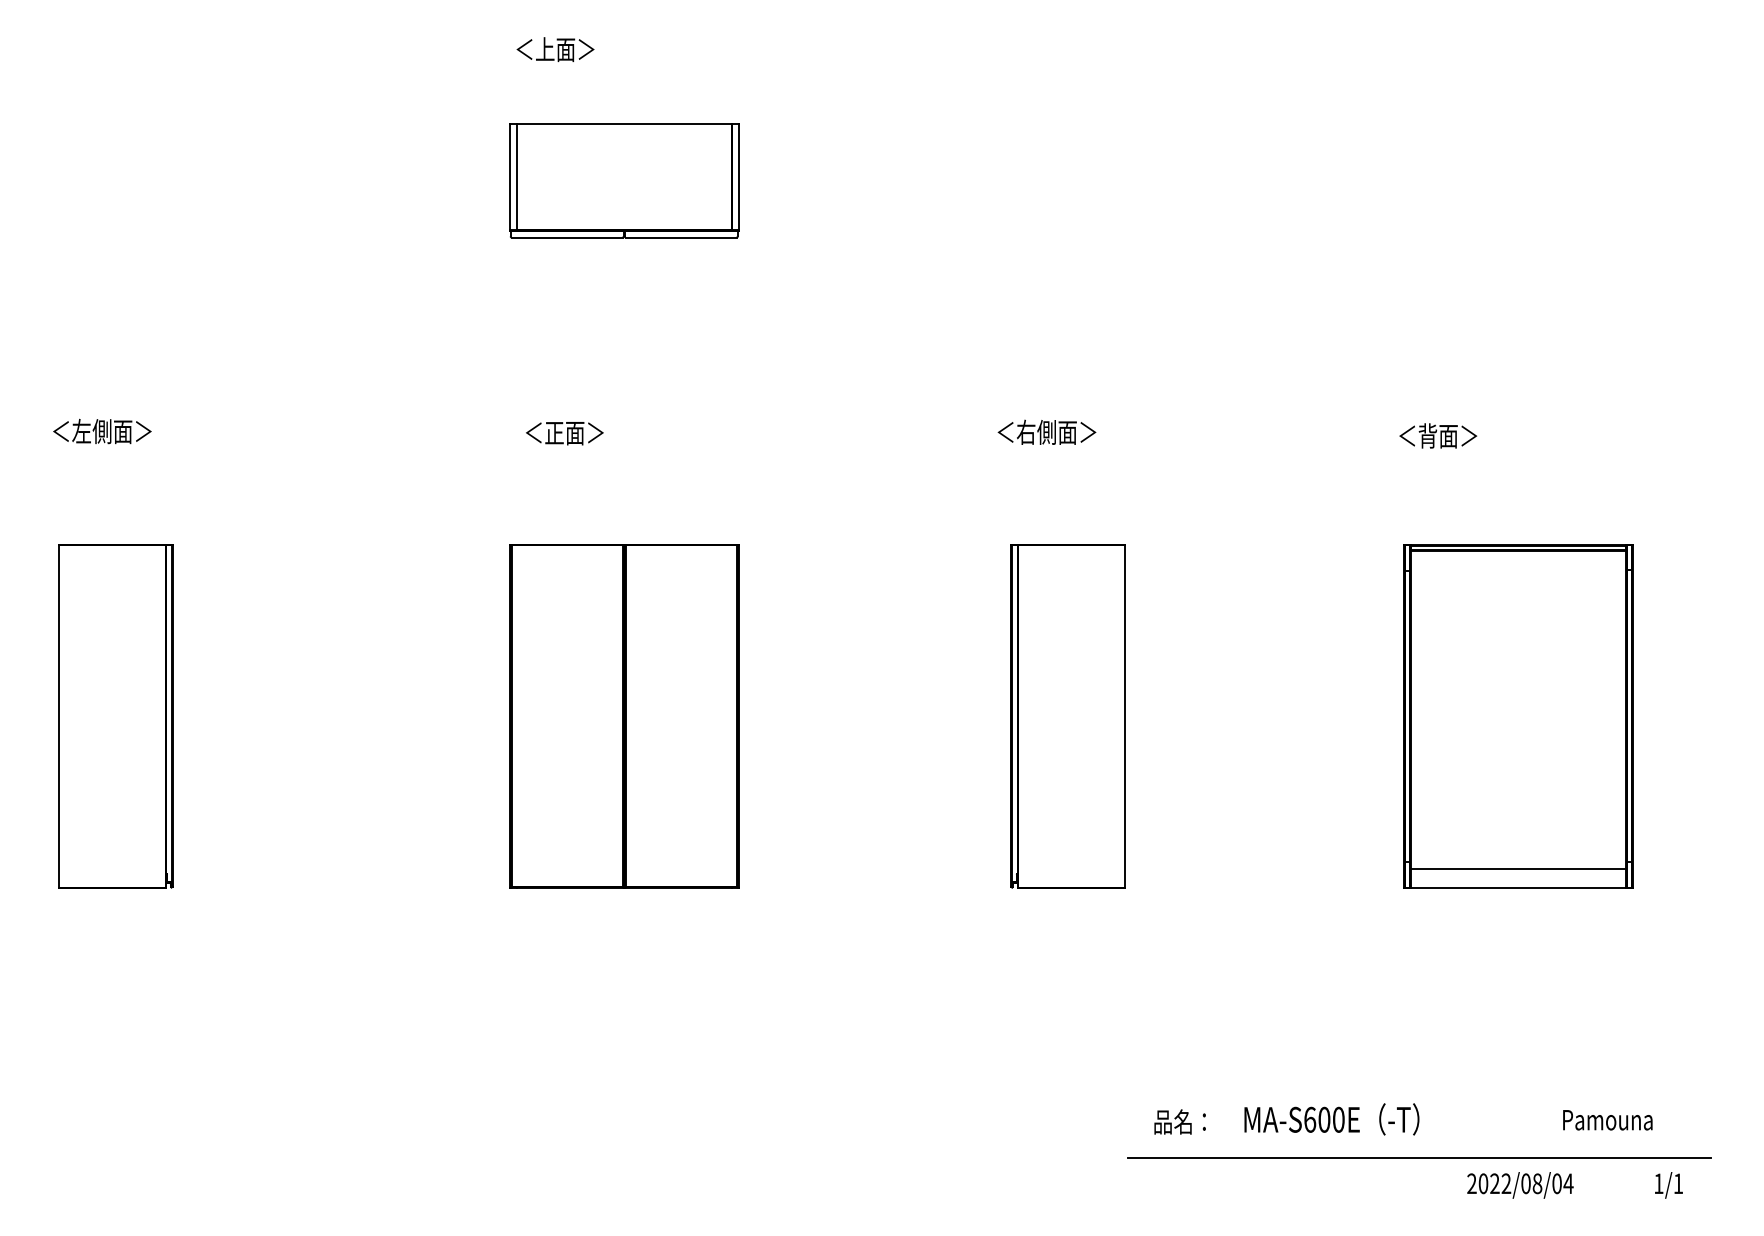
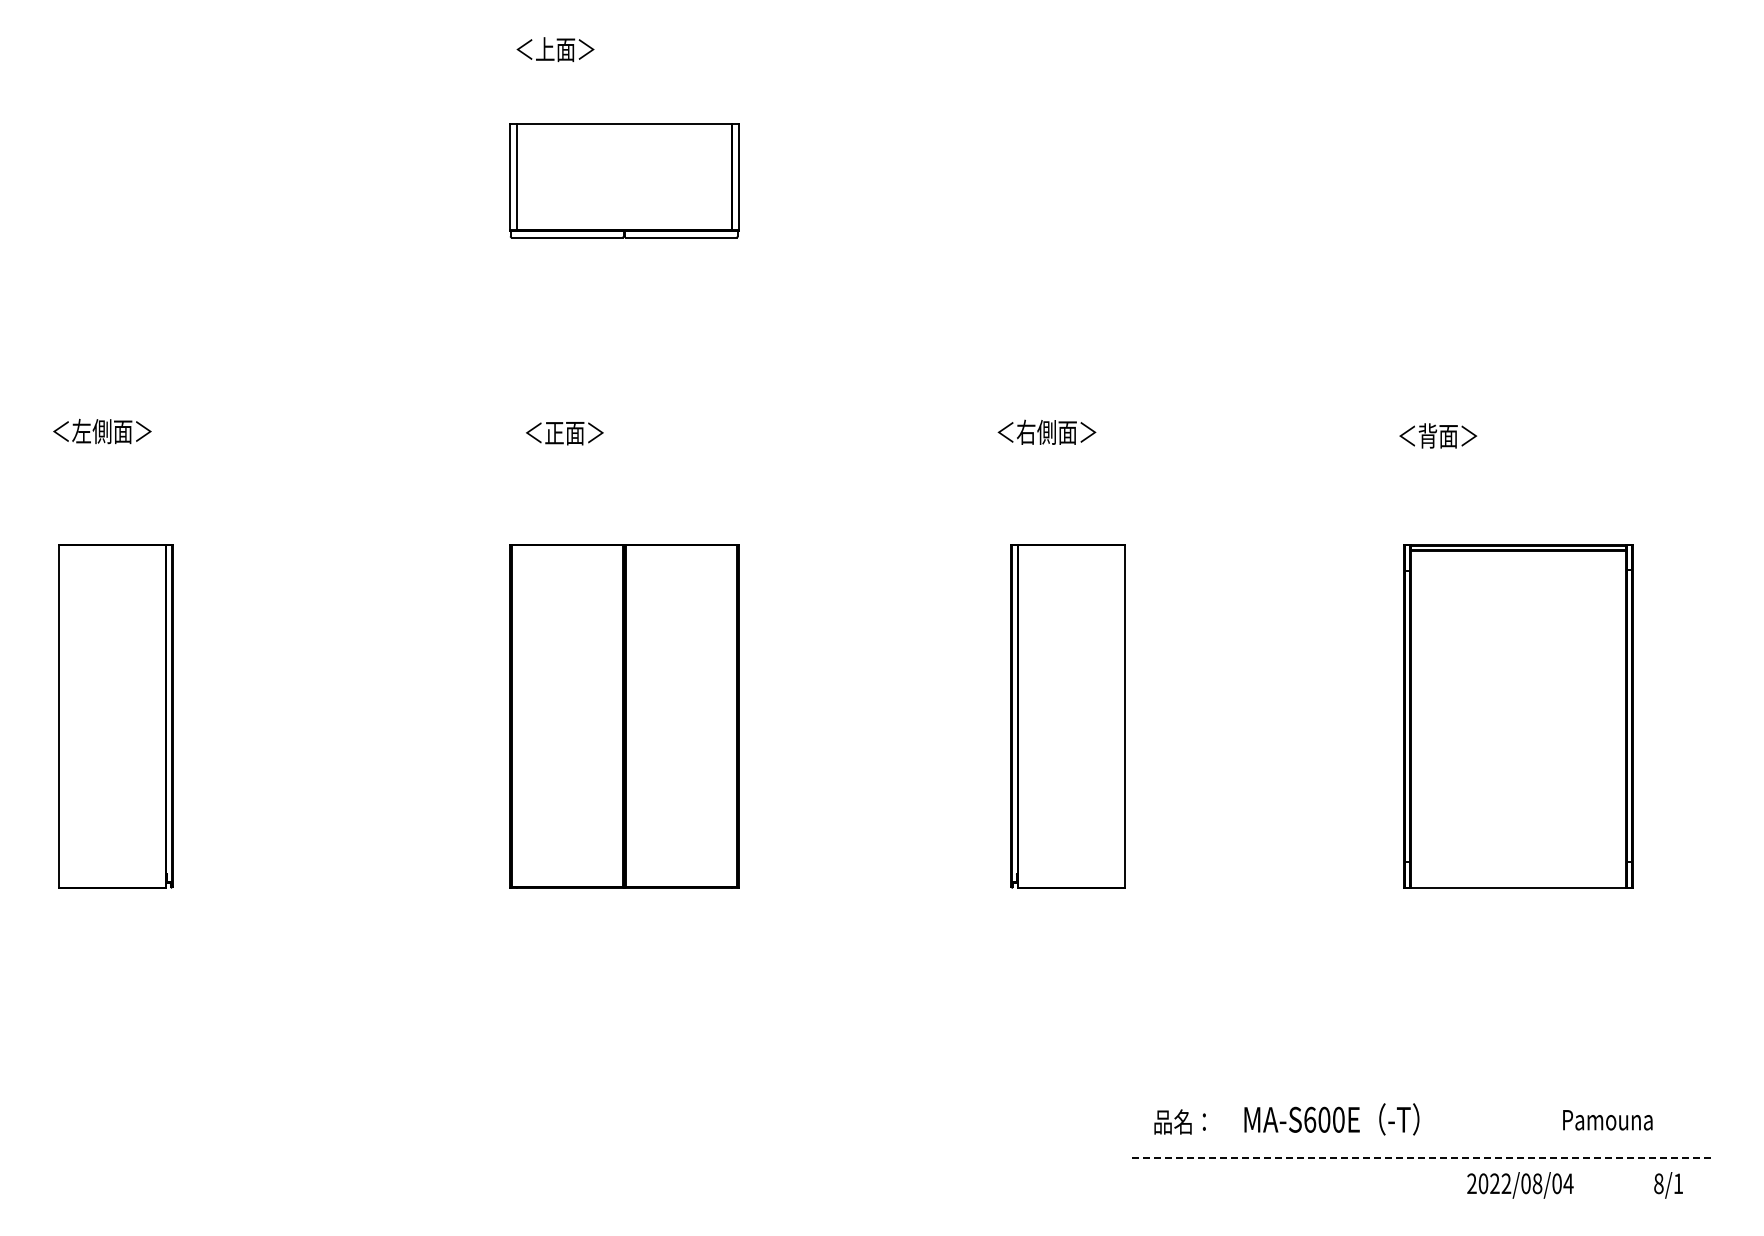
line at (1518, 868): present -> none
line at (1419, 1158): solid -> dashed
text at (1658, 1183): 1/1 -> 8/1
